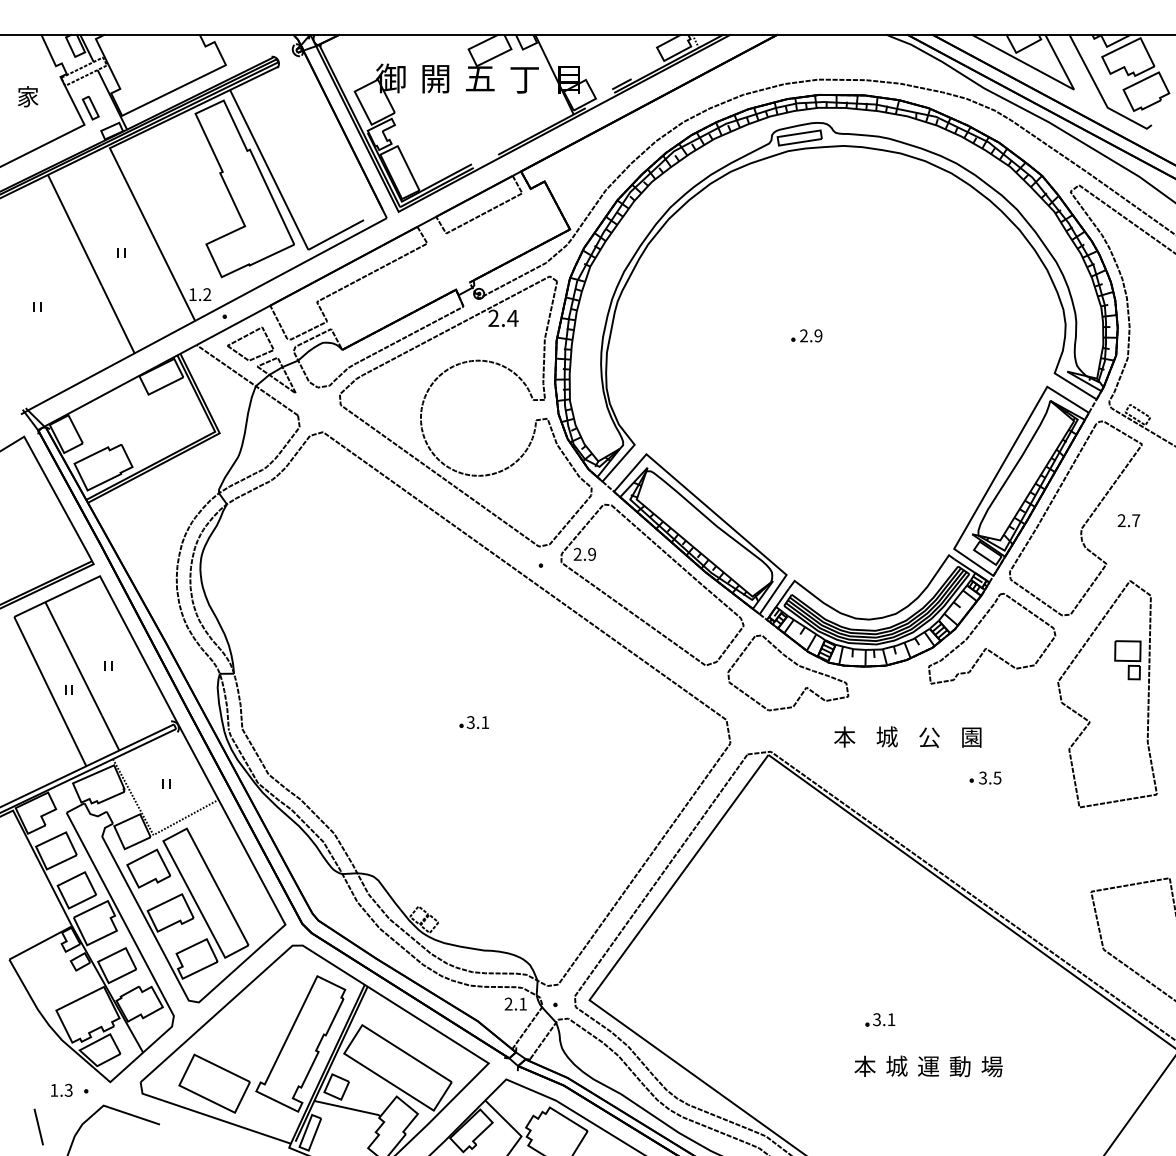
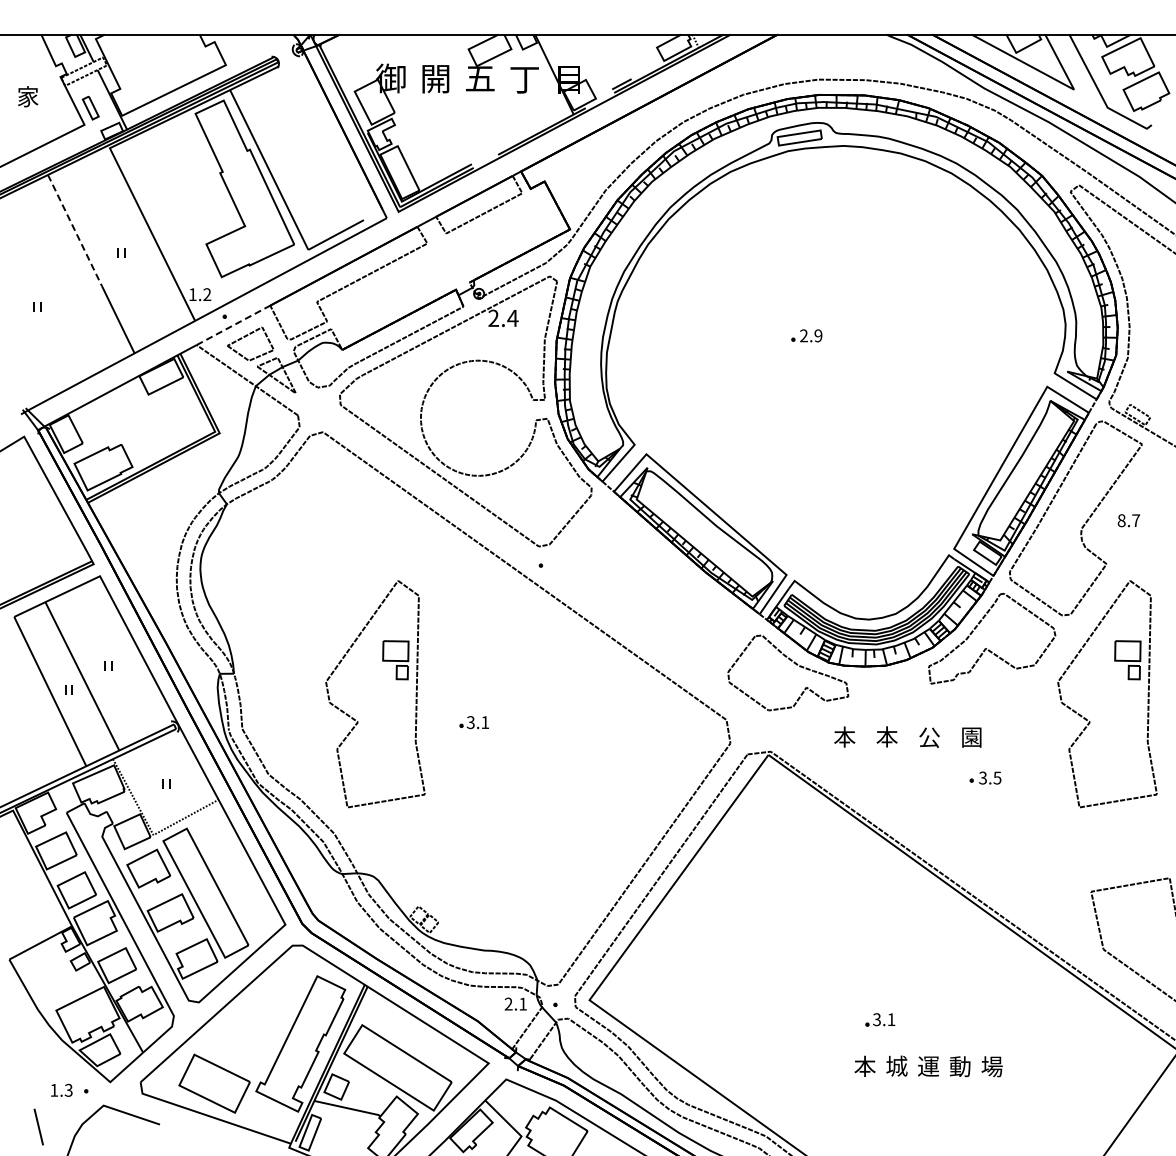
line at (75, 230): solid -> dashed
line at (233, 325): solid -> dashed
text at (1121, 520): 2.7 -> 8.7
part at (673, 561): present -> none
part at (395, 679): none -> present
text at (886, 736): 城 -> 本
